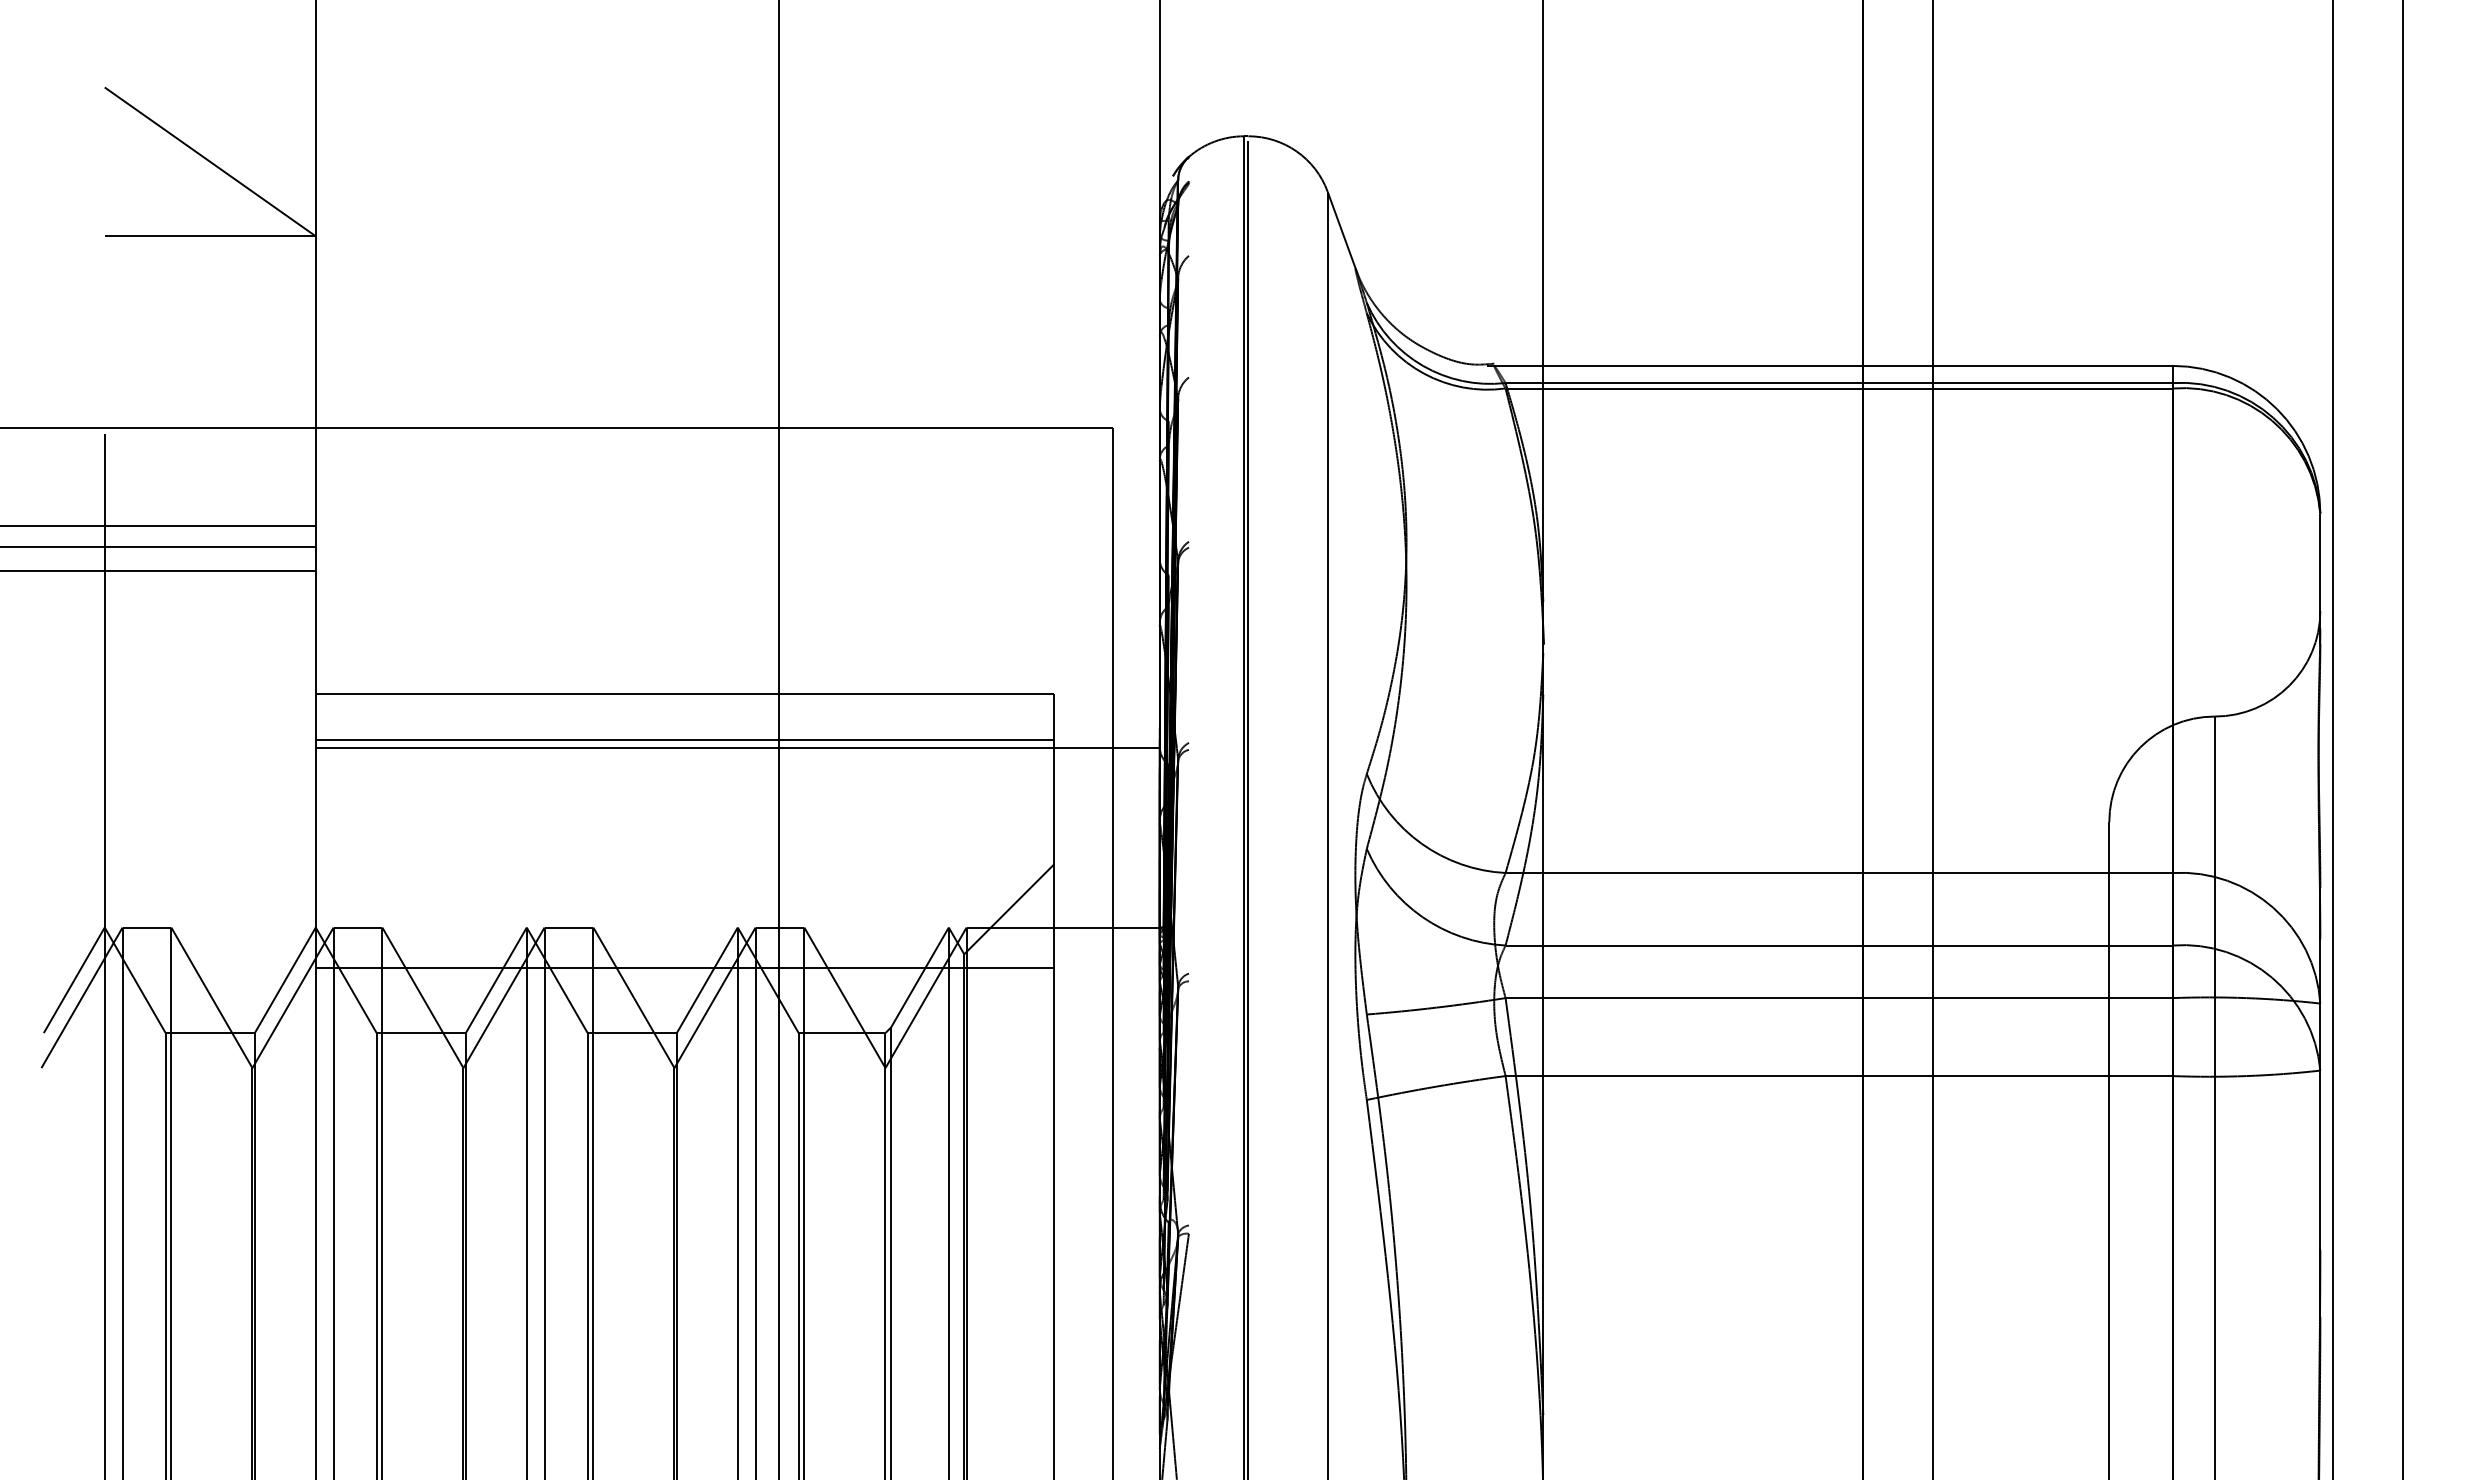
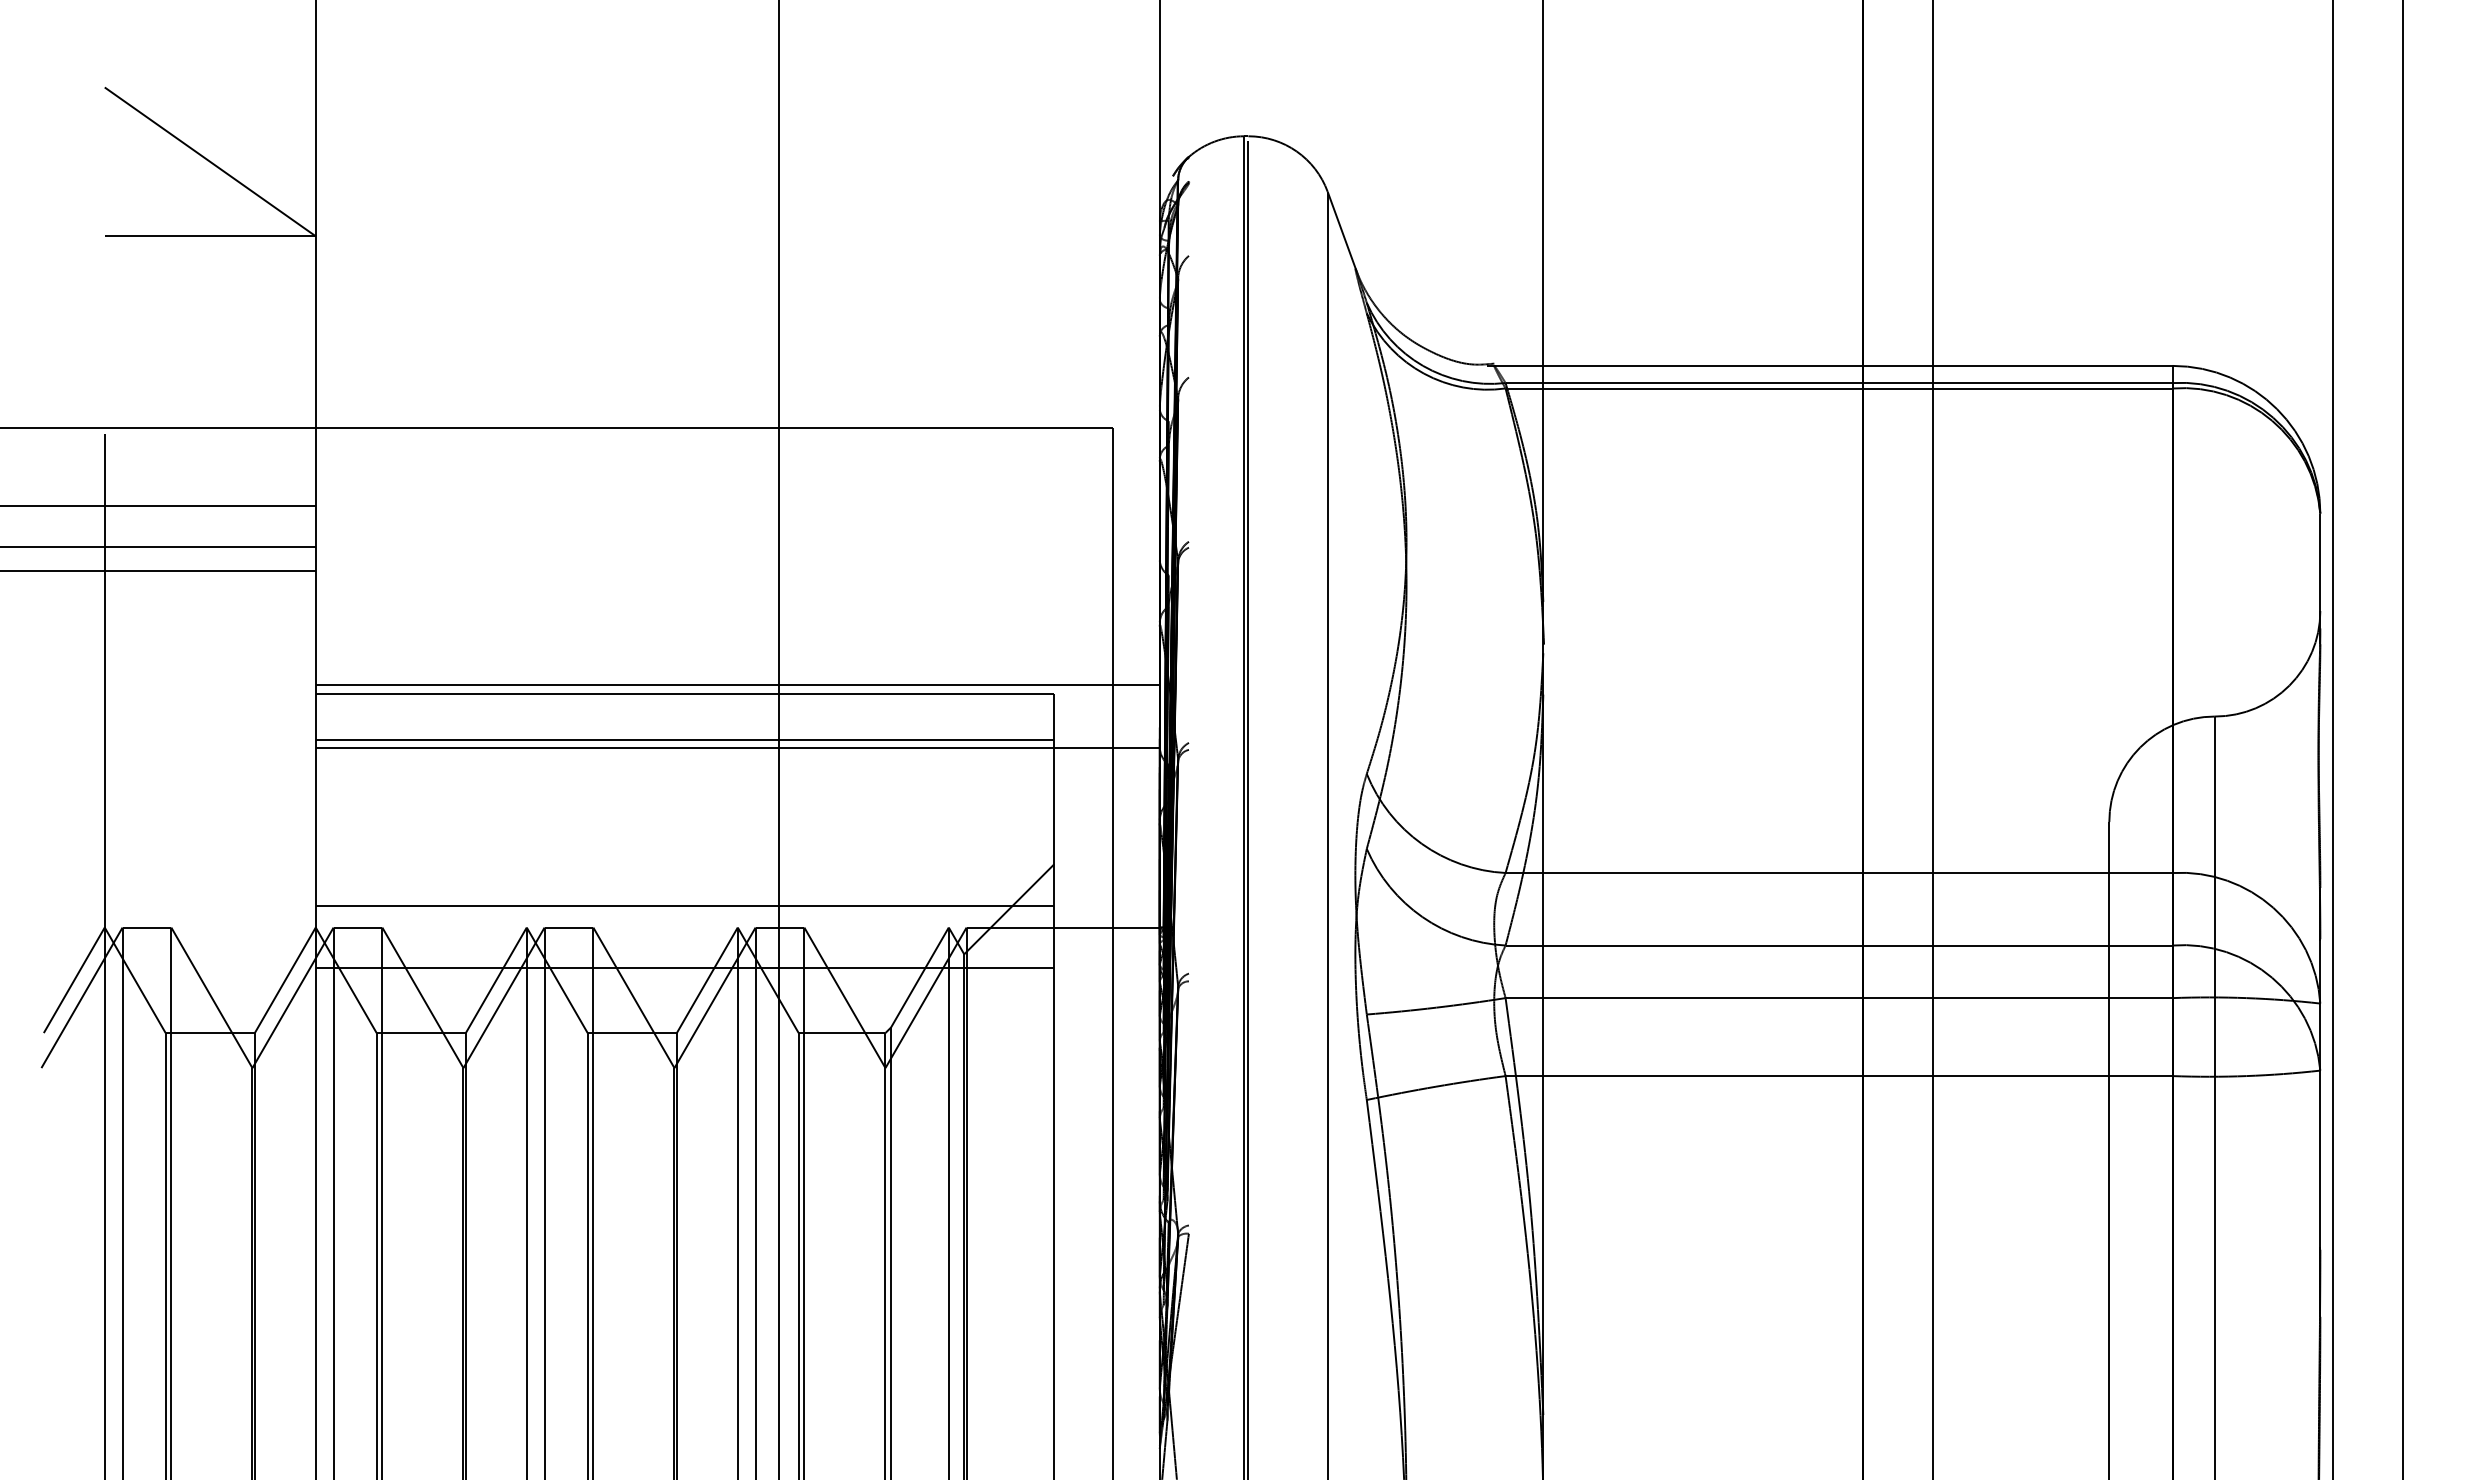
line at (158, 525) position: (158, 525) -> (158, 505)
line at (737, 685): none -> present
line at (684, 905): none -> present
